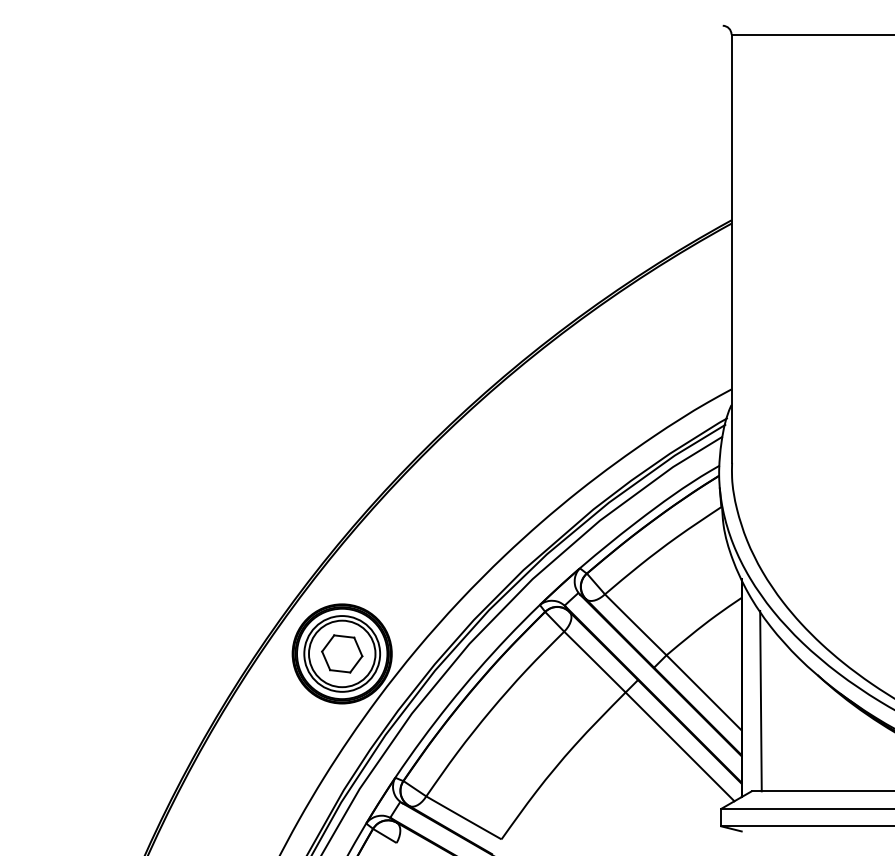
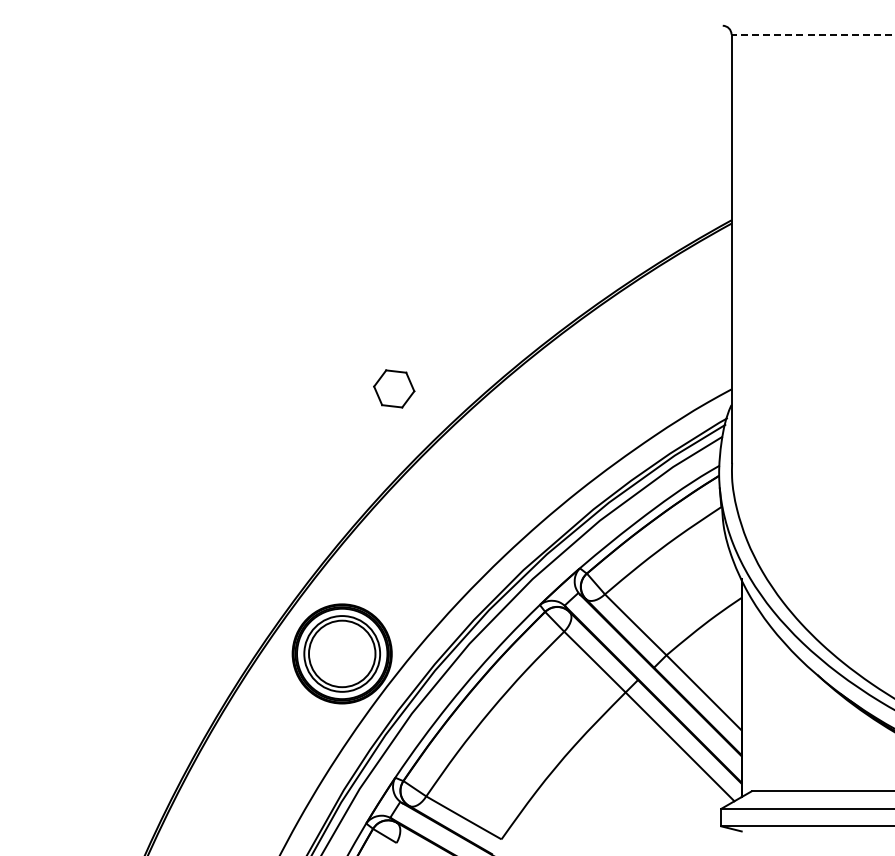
line at (812, 34): solid -> dashed
part at (342, 653) position: (342, 653) -> (394, 388)
line at (760, 700): present -> none
